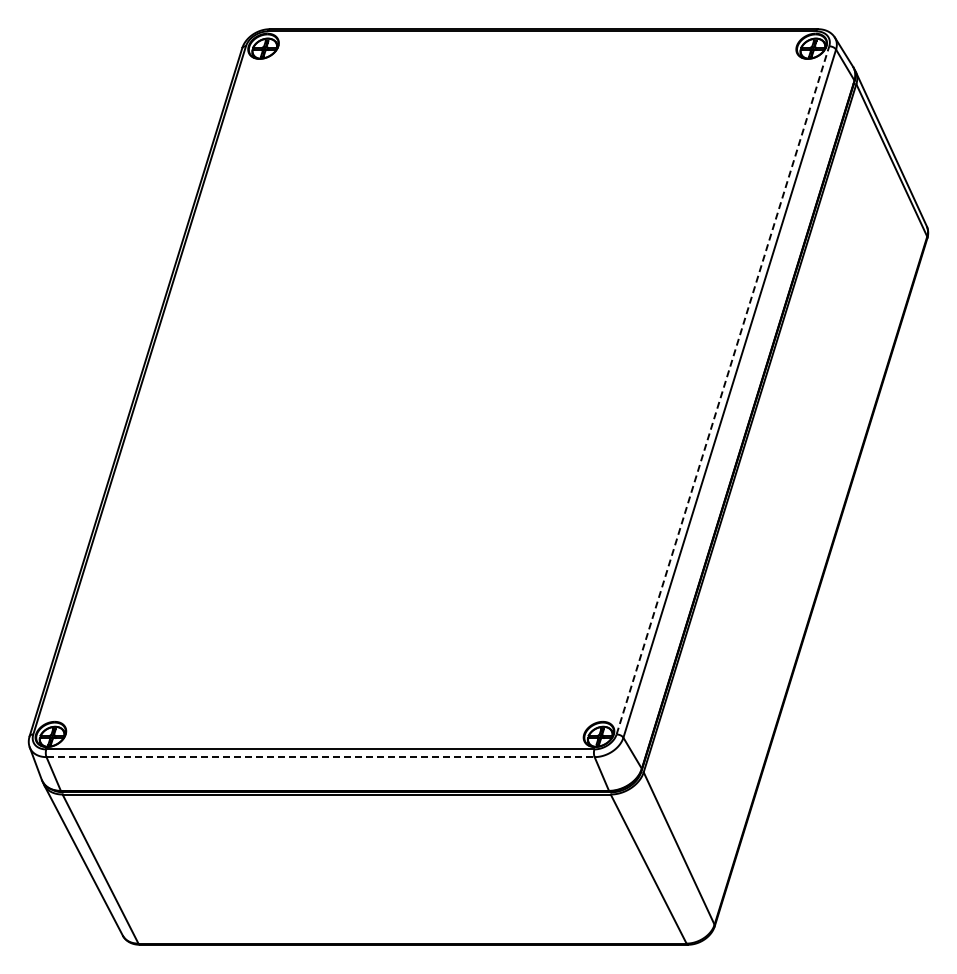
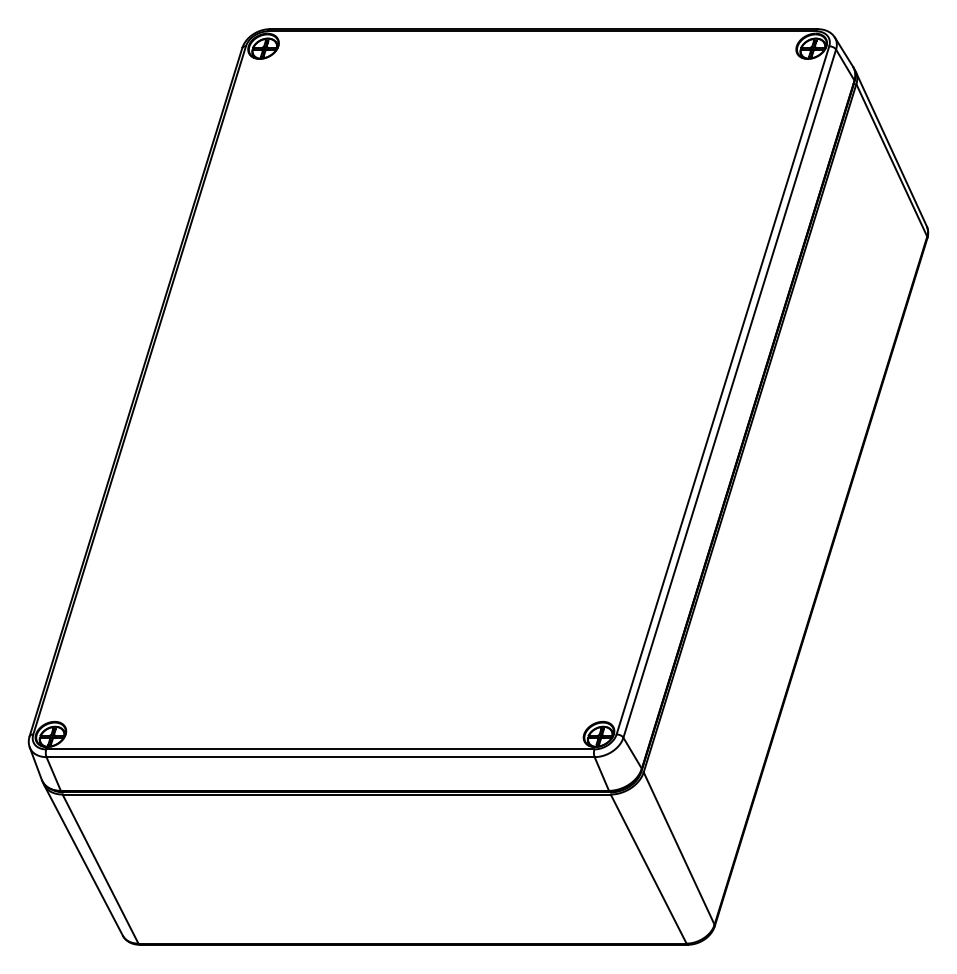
line at (723, 389): dashed -> solid
line at (321, 757): dashed -> solid
